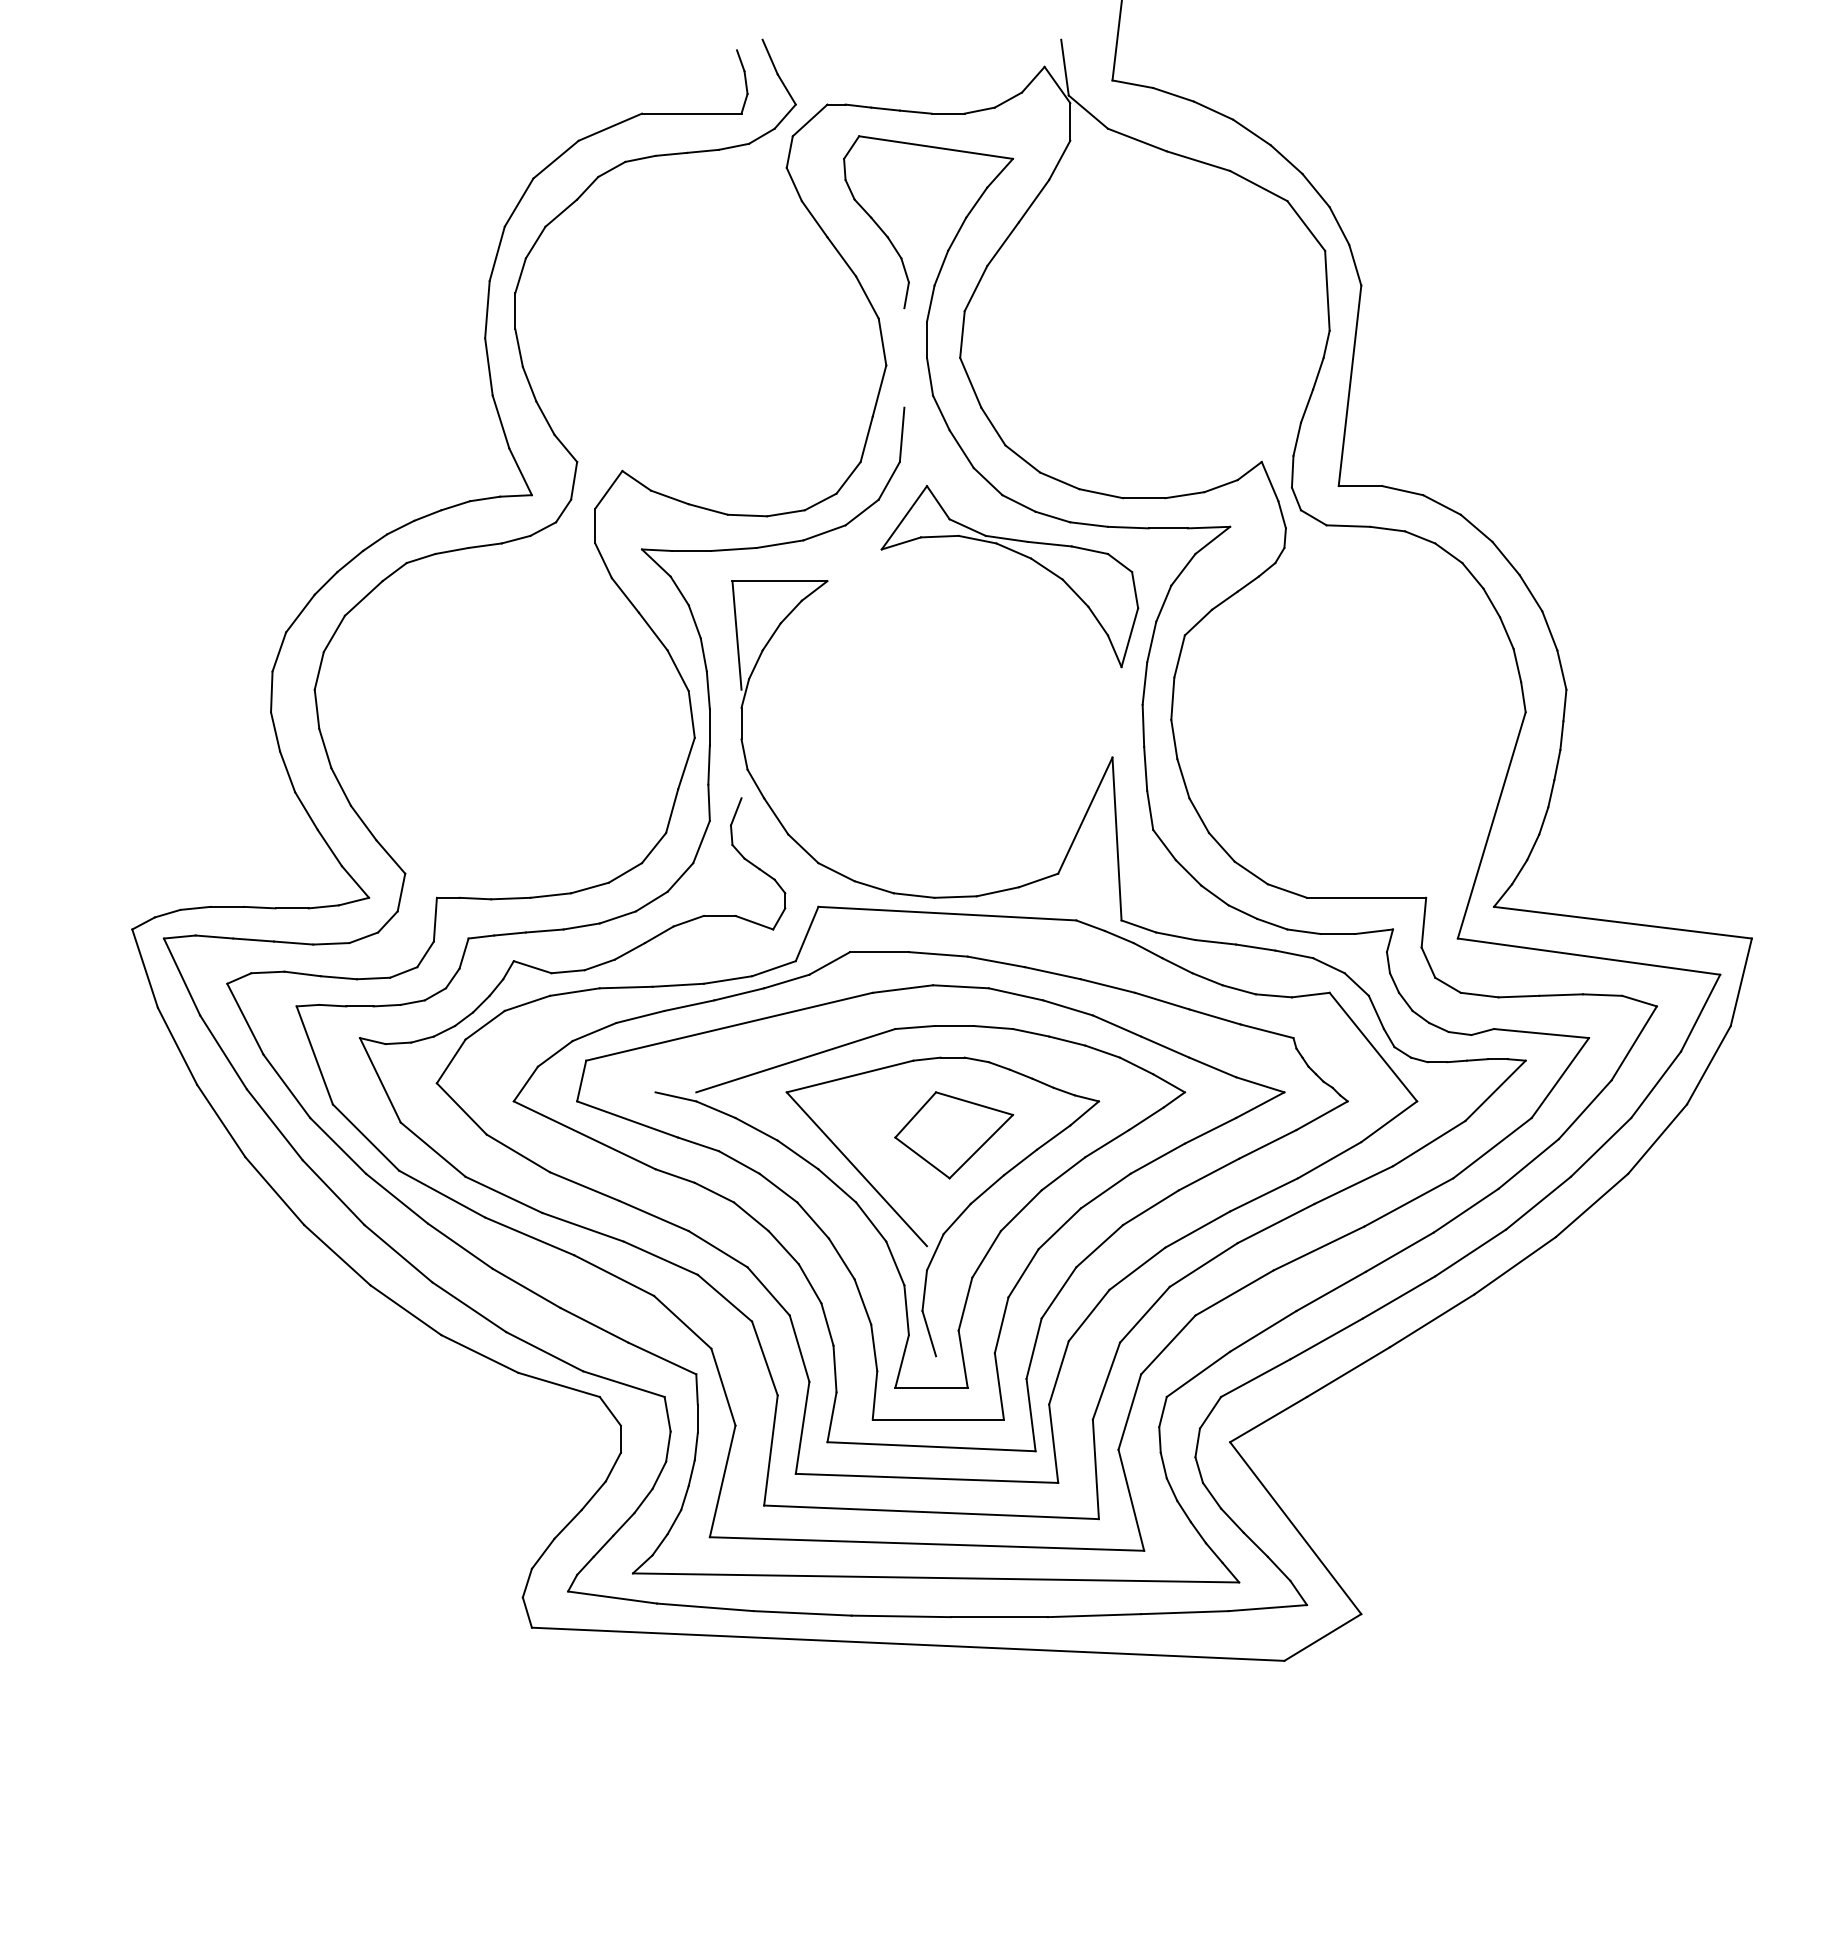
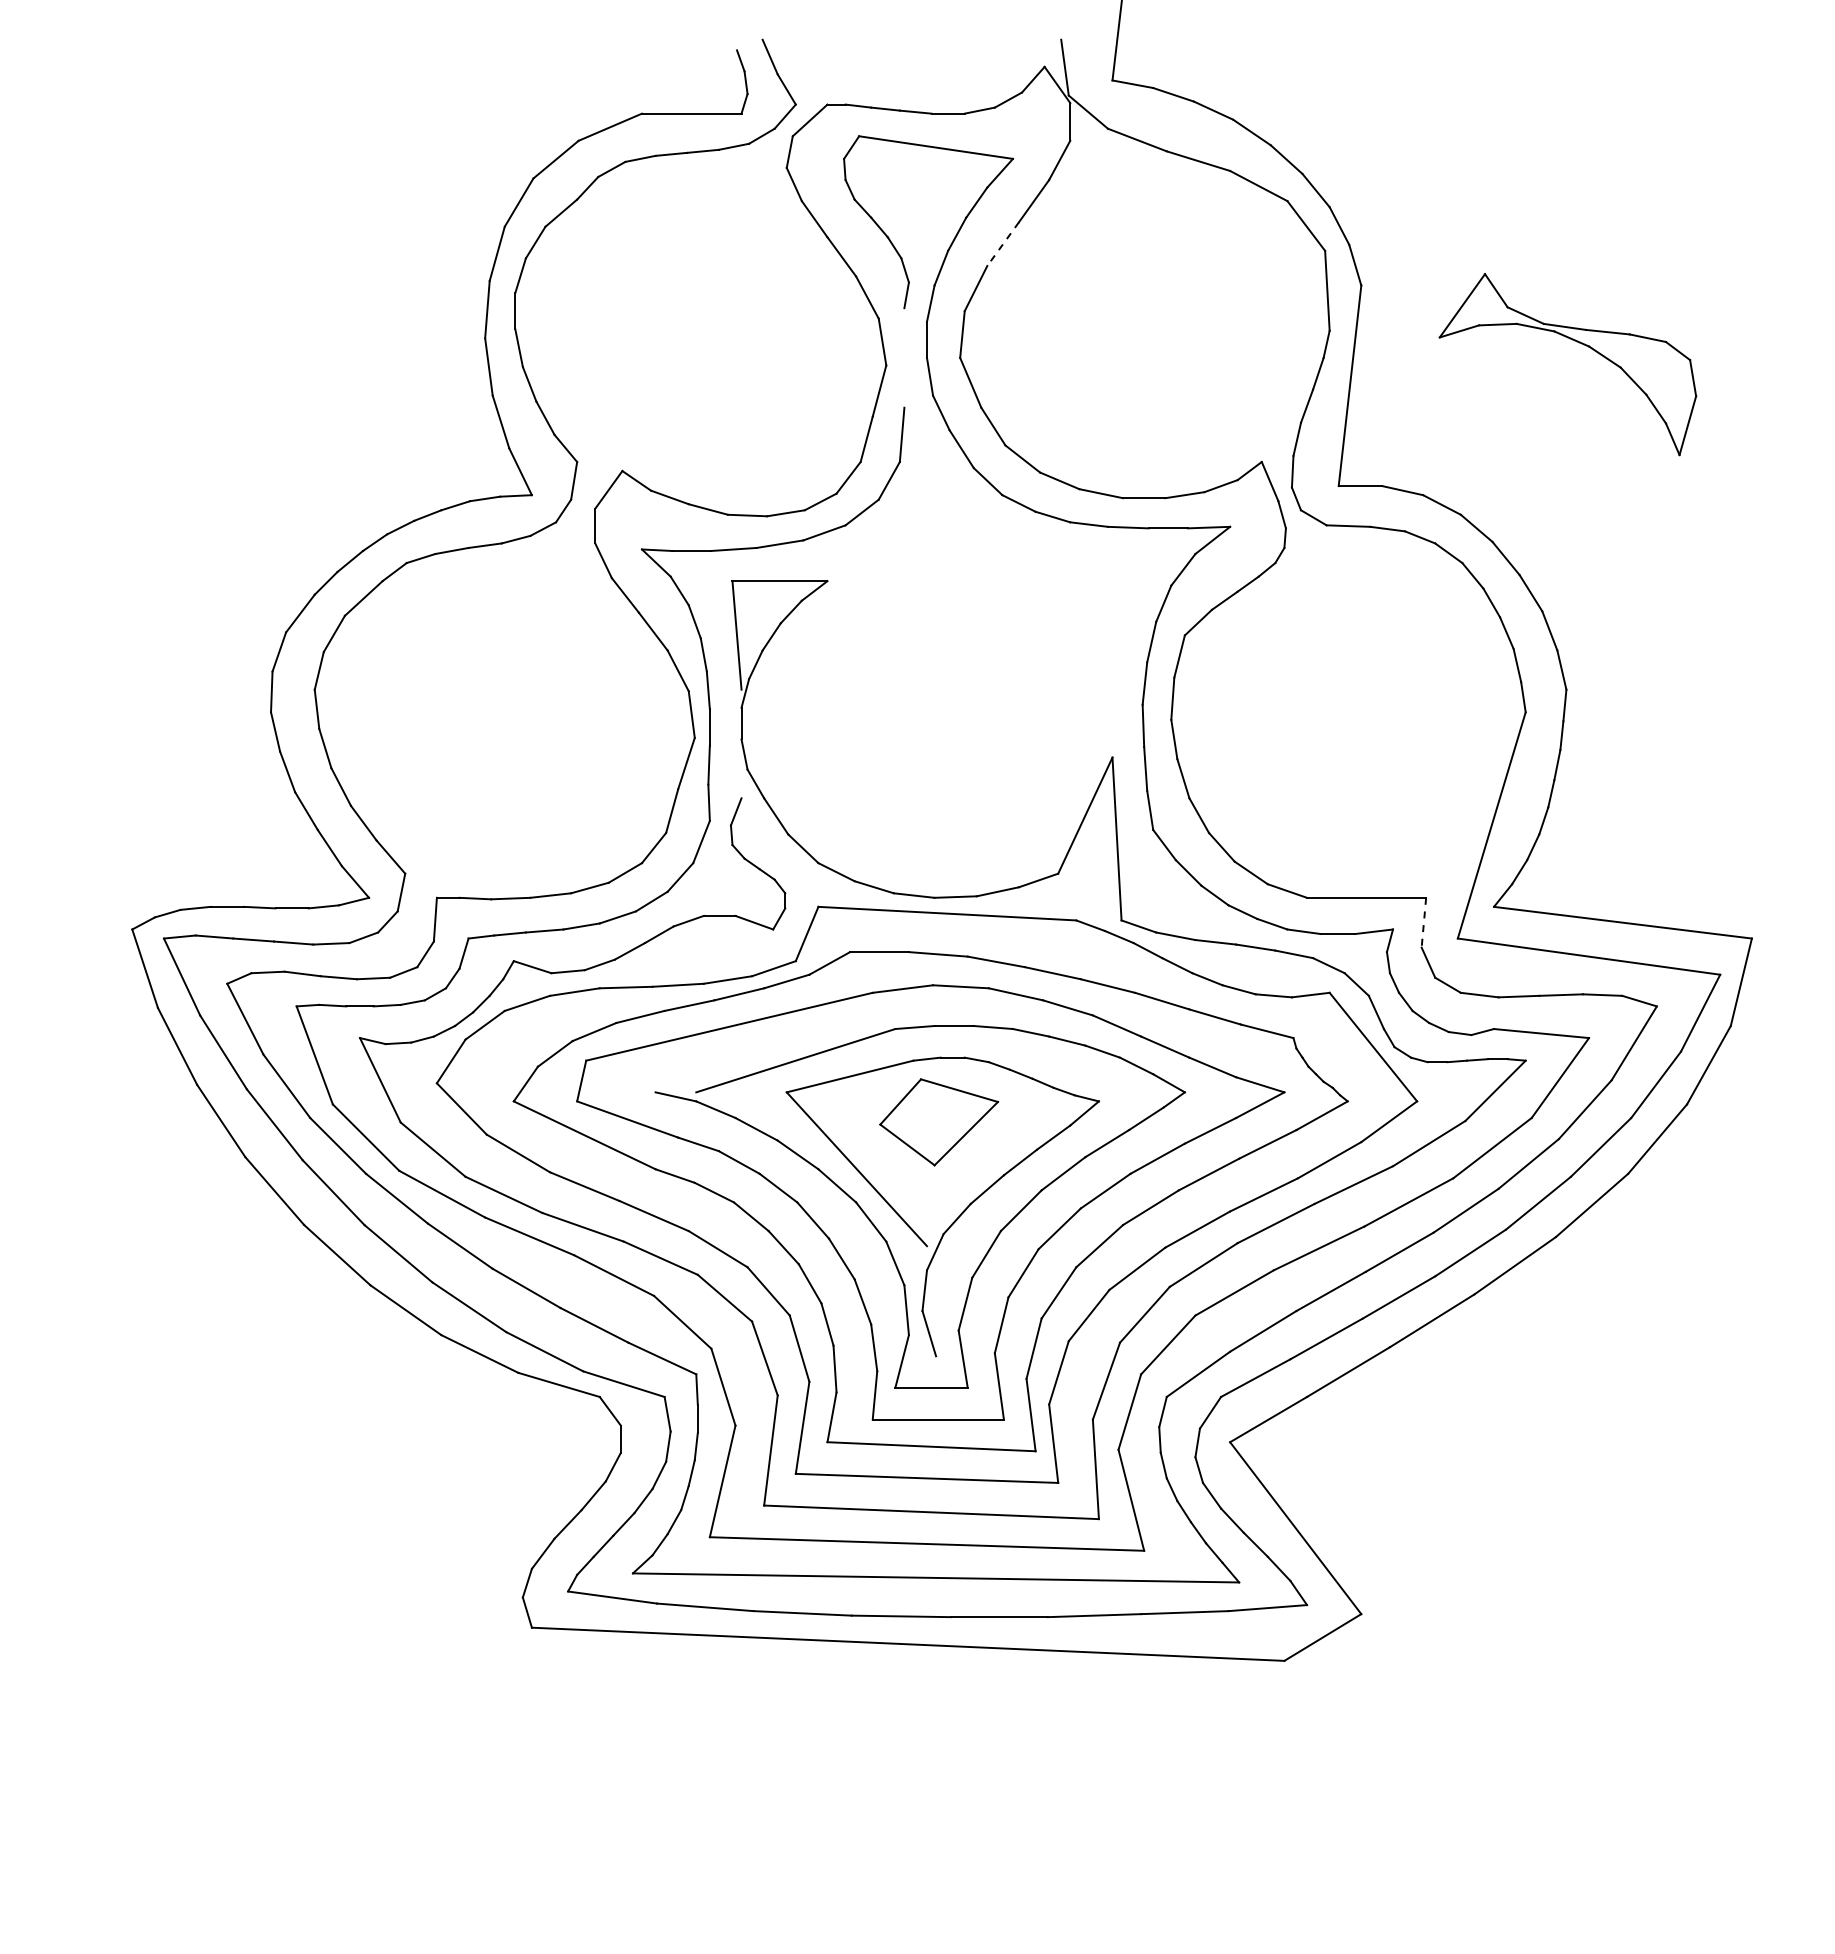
line at (1003, 244): solid -> dashed
part at (1016, 553) position: (1016, 553) -> (1574, 341)
line at (1423, 922): solid -> dashed
part at (954, 1135) position: (954, 1135) -> (939, 1122)
